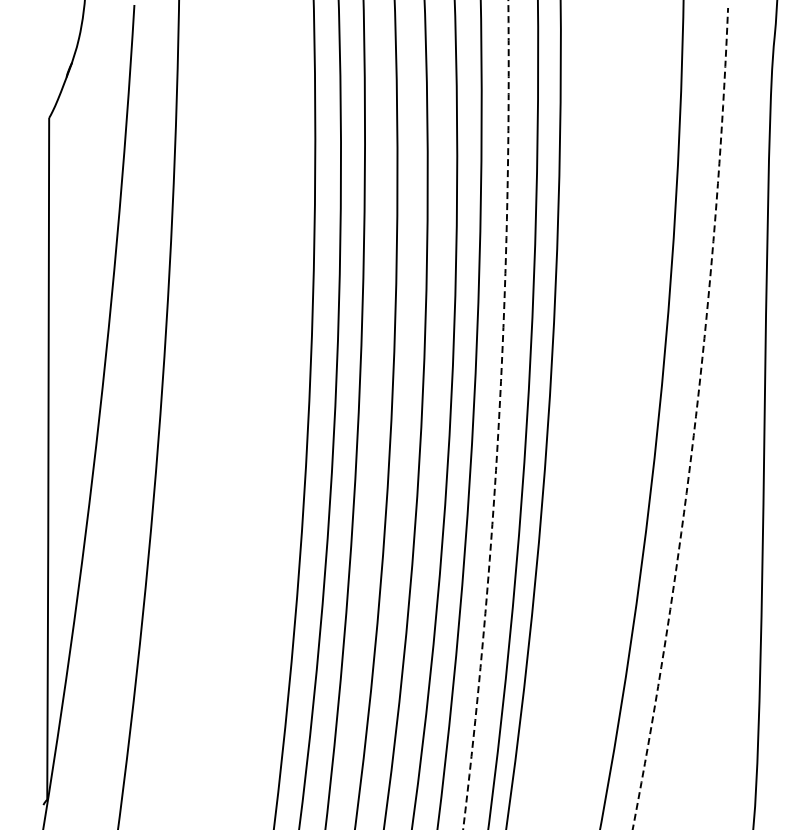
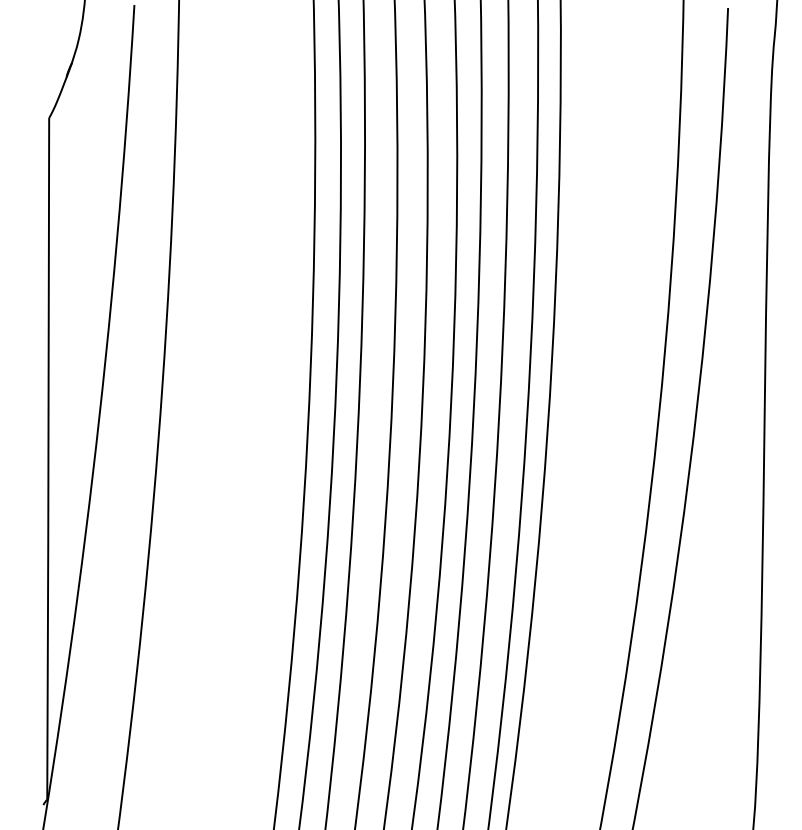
arc at (499, 415): dashed -> solid
arc at (695, 418): dashed -> solid
